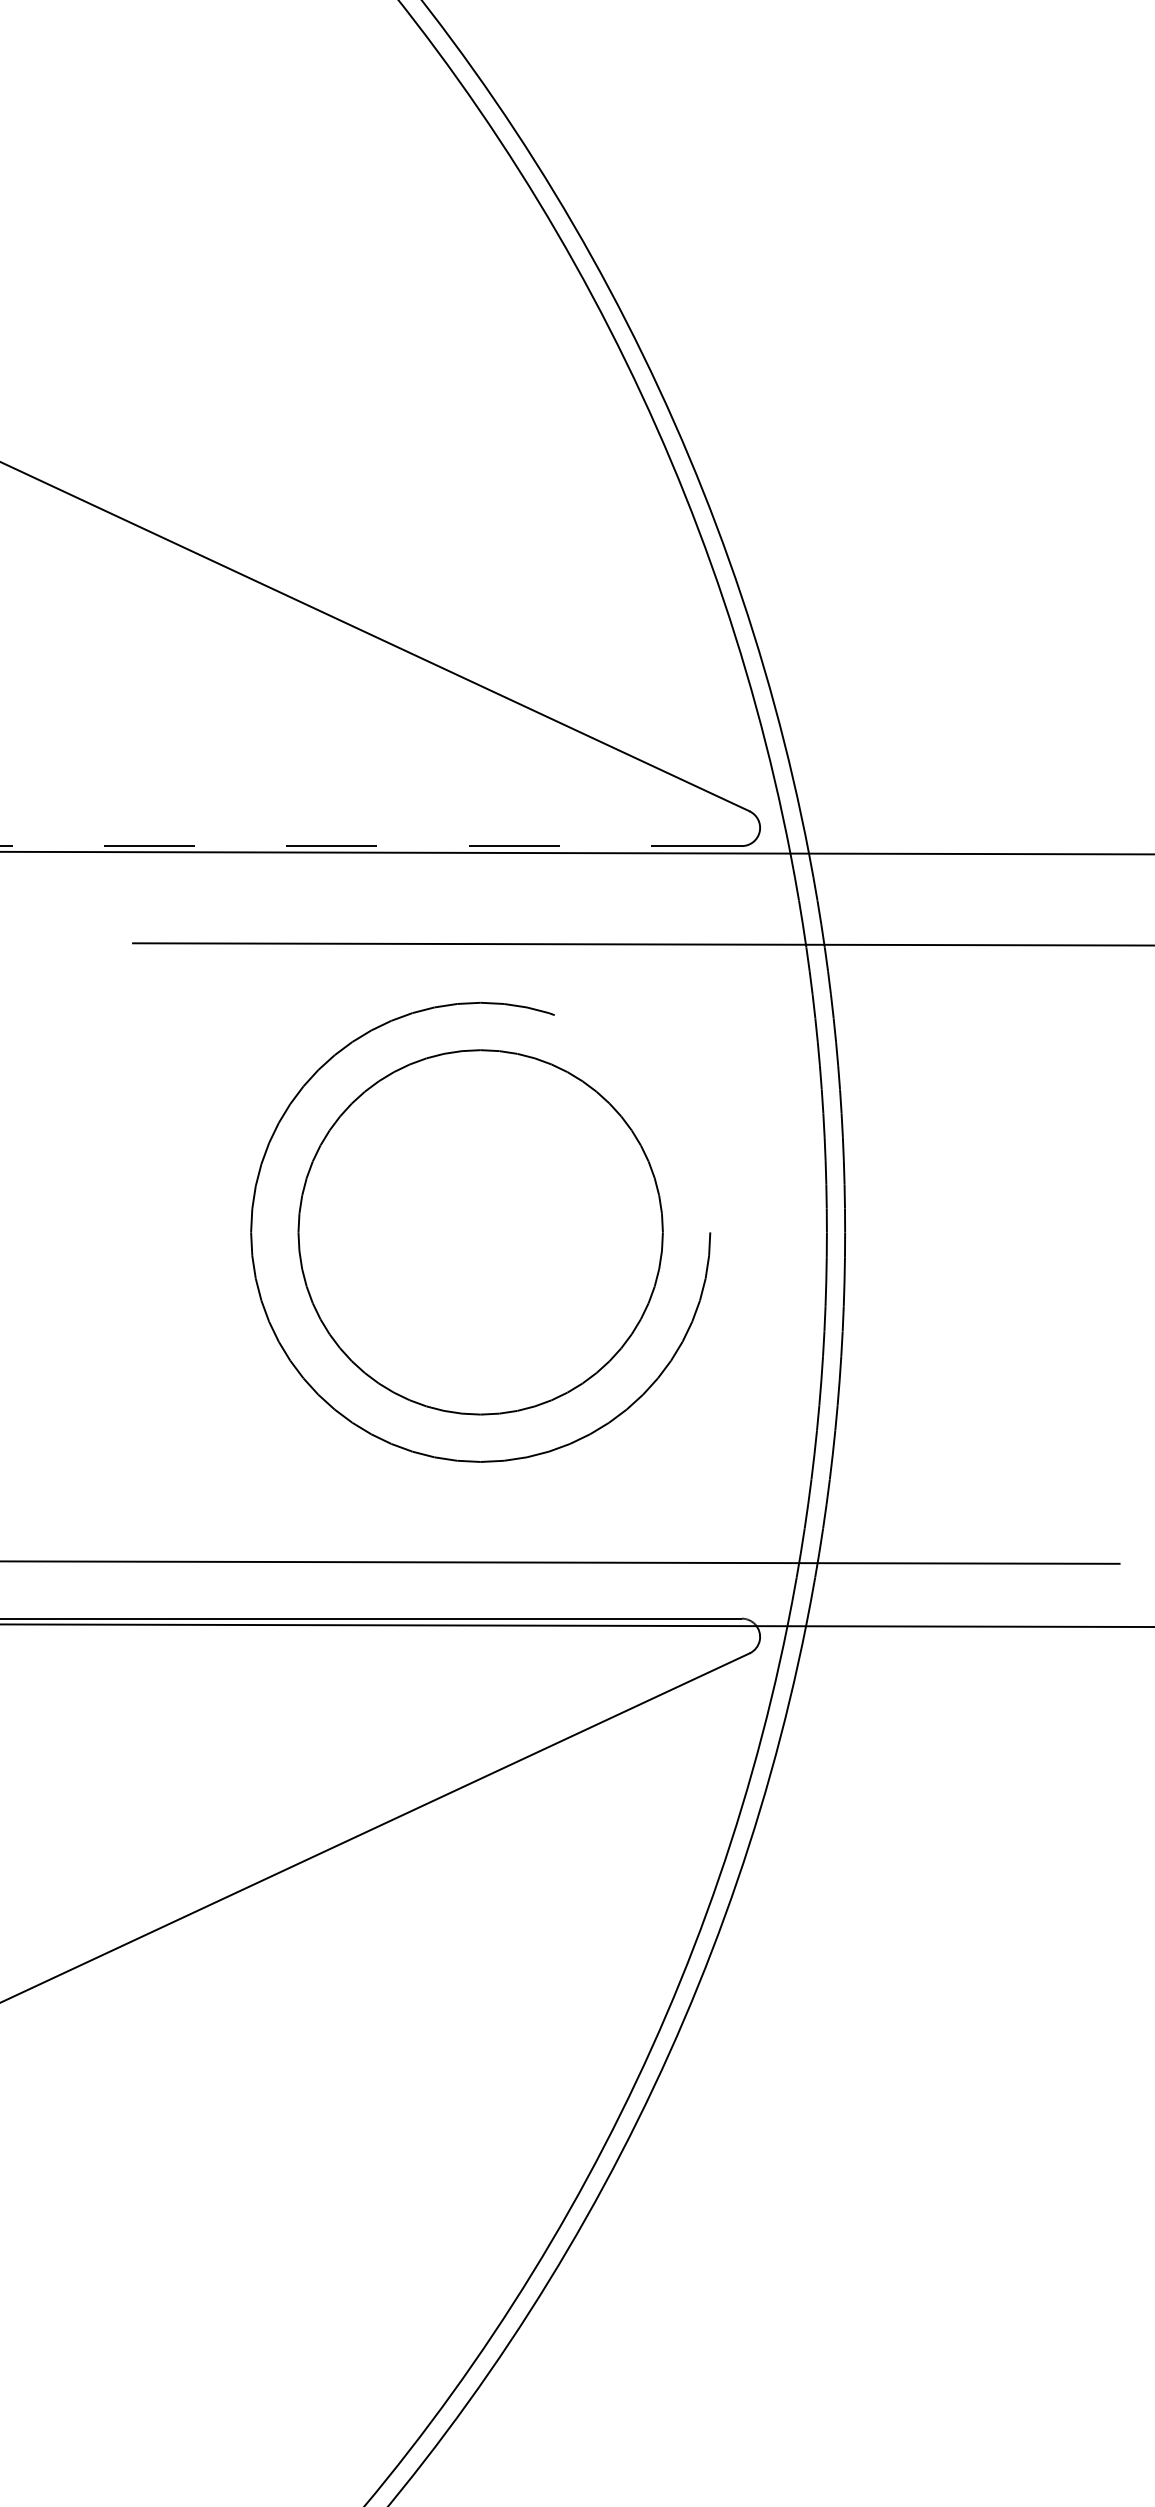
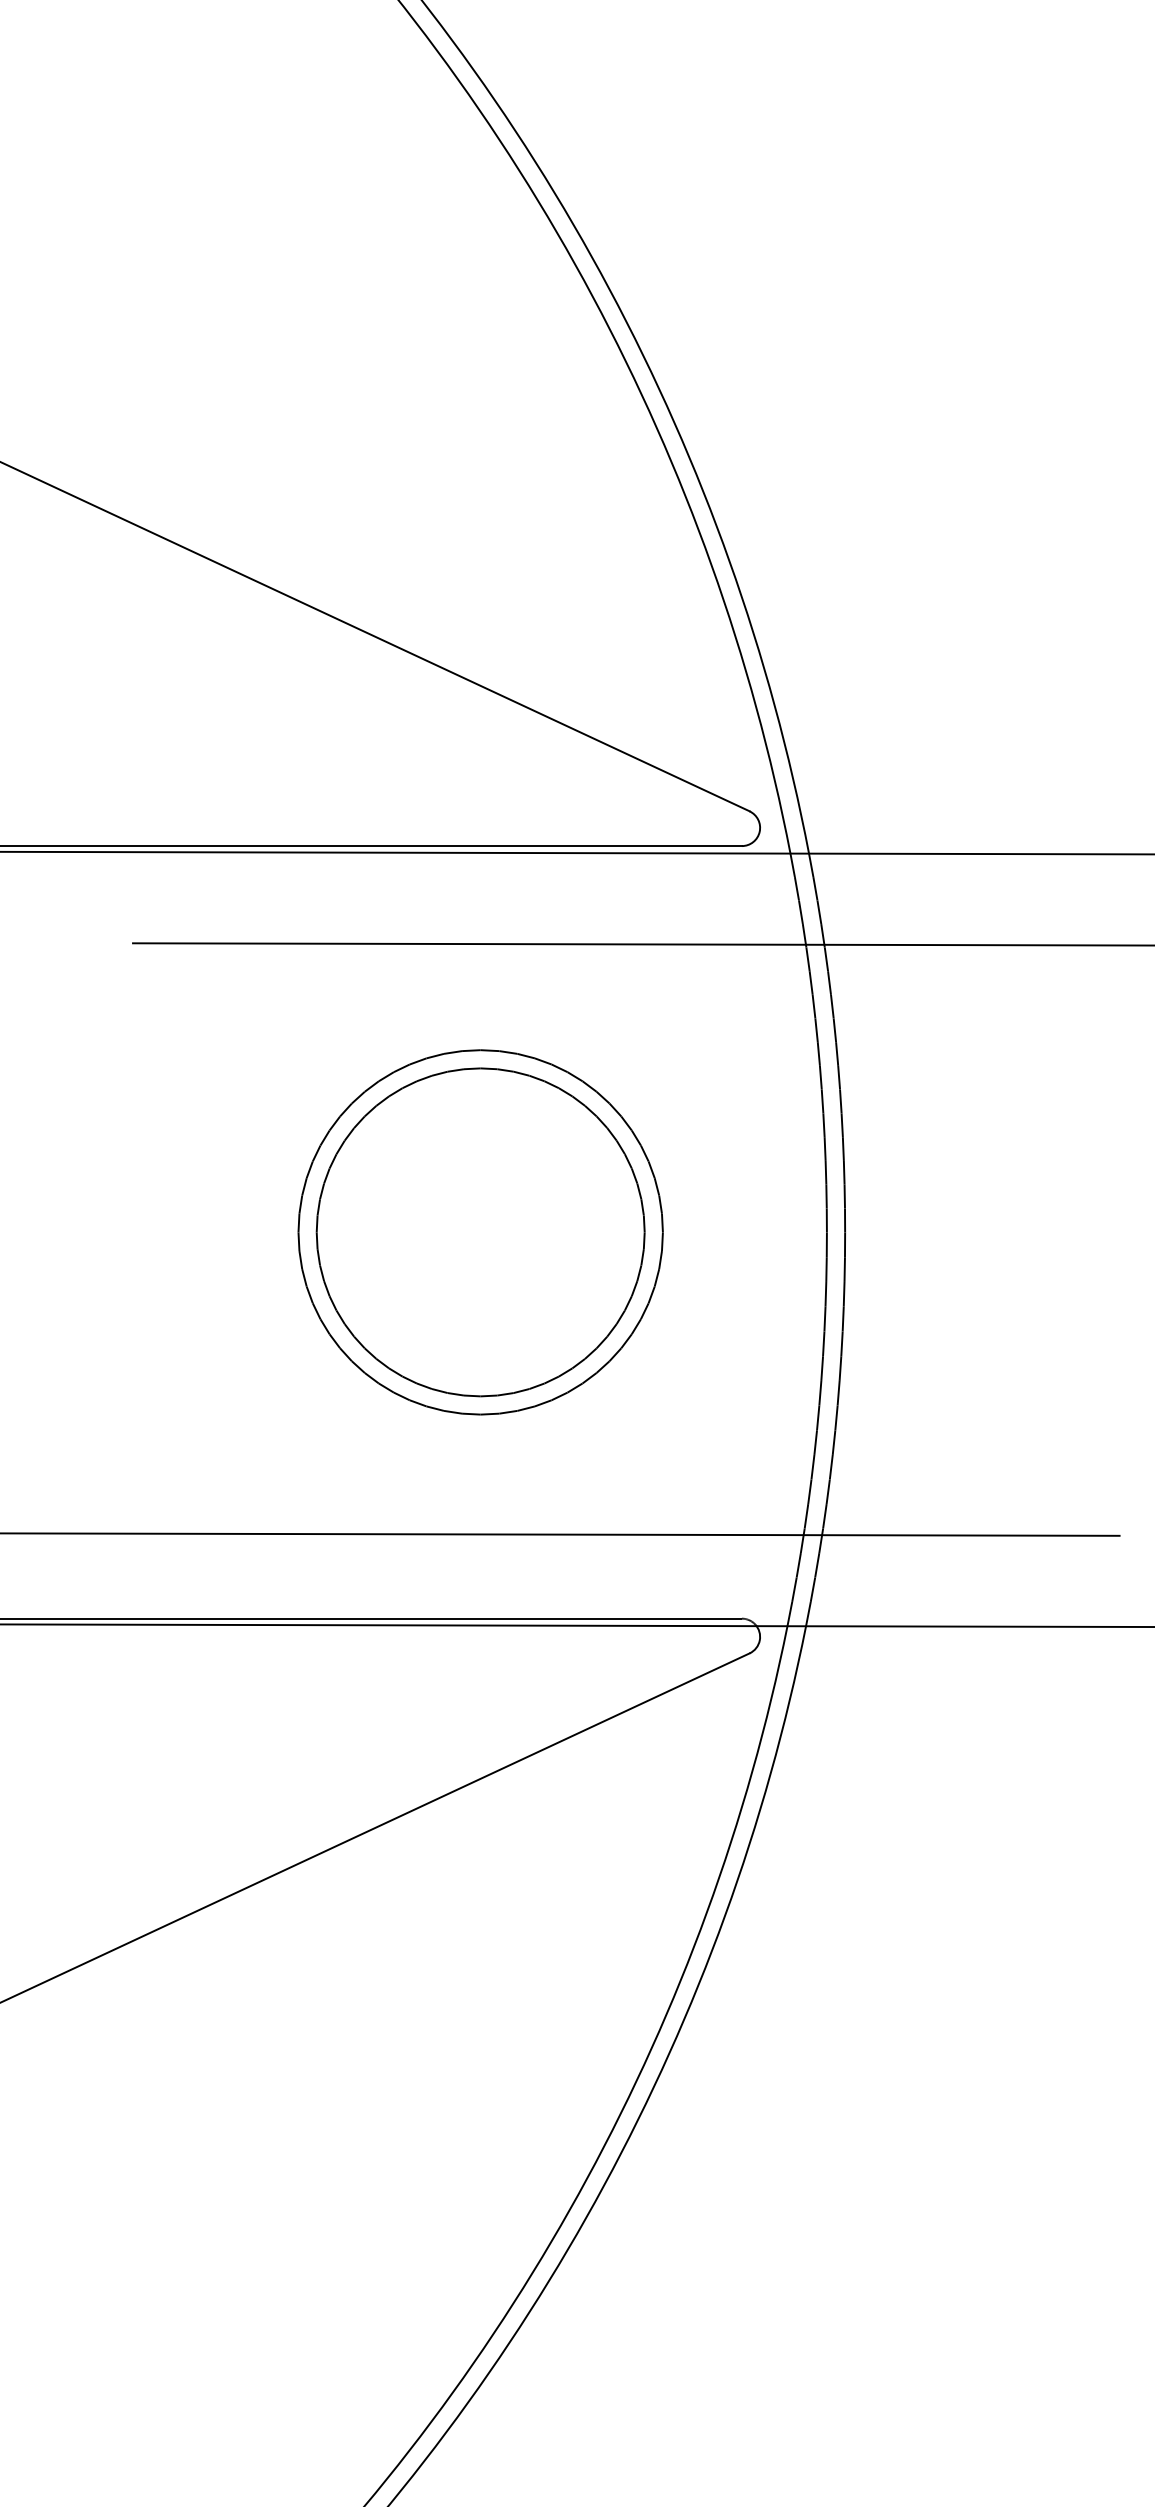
line at (371, 846): dashed -> solid
circle at (480, 1231) diameter: 459 px -> 328 px
line at (576, 1562) position: (576, 1562) -> (576, 1534)
